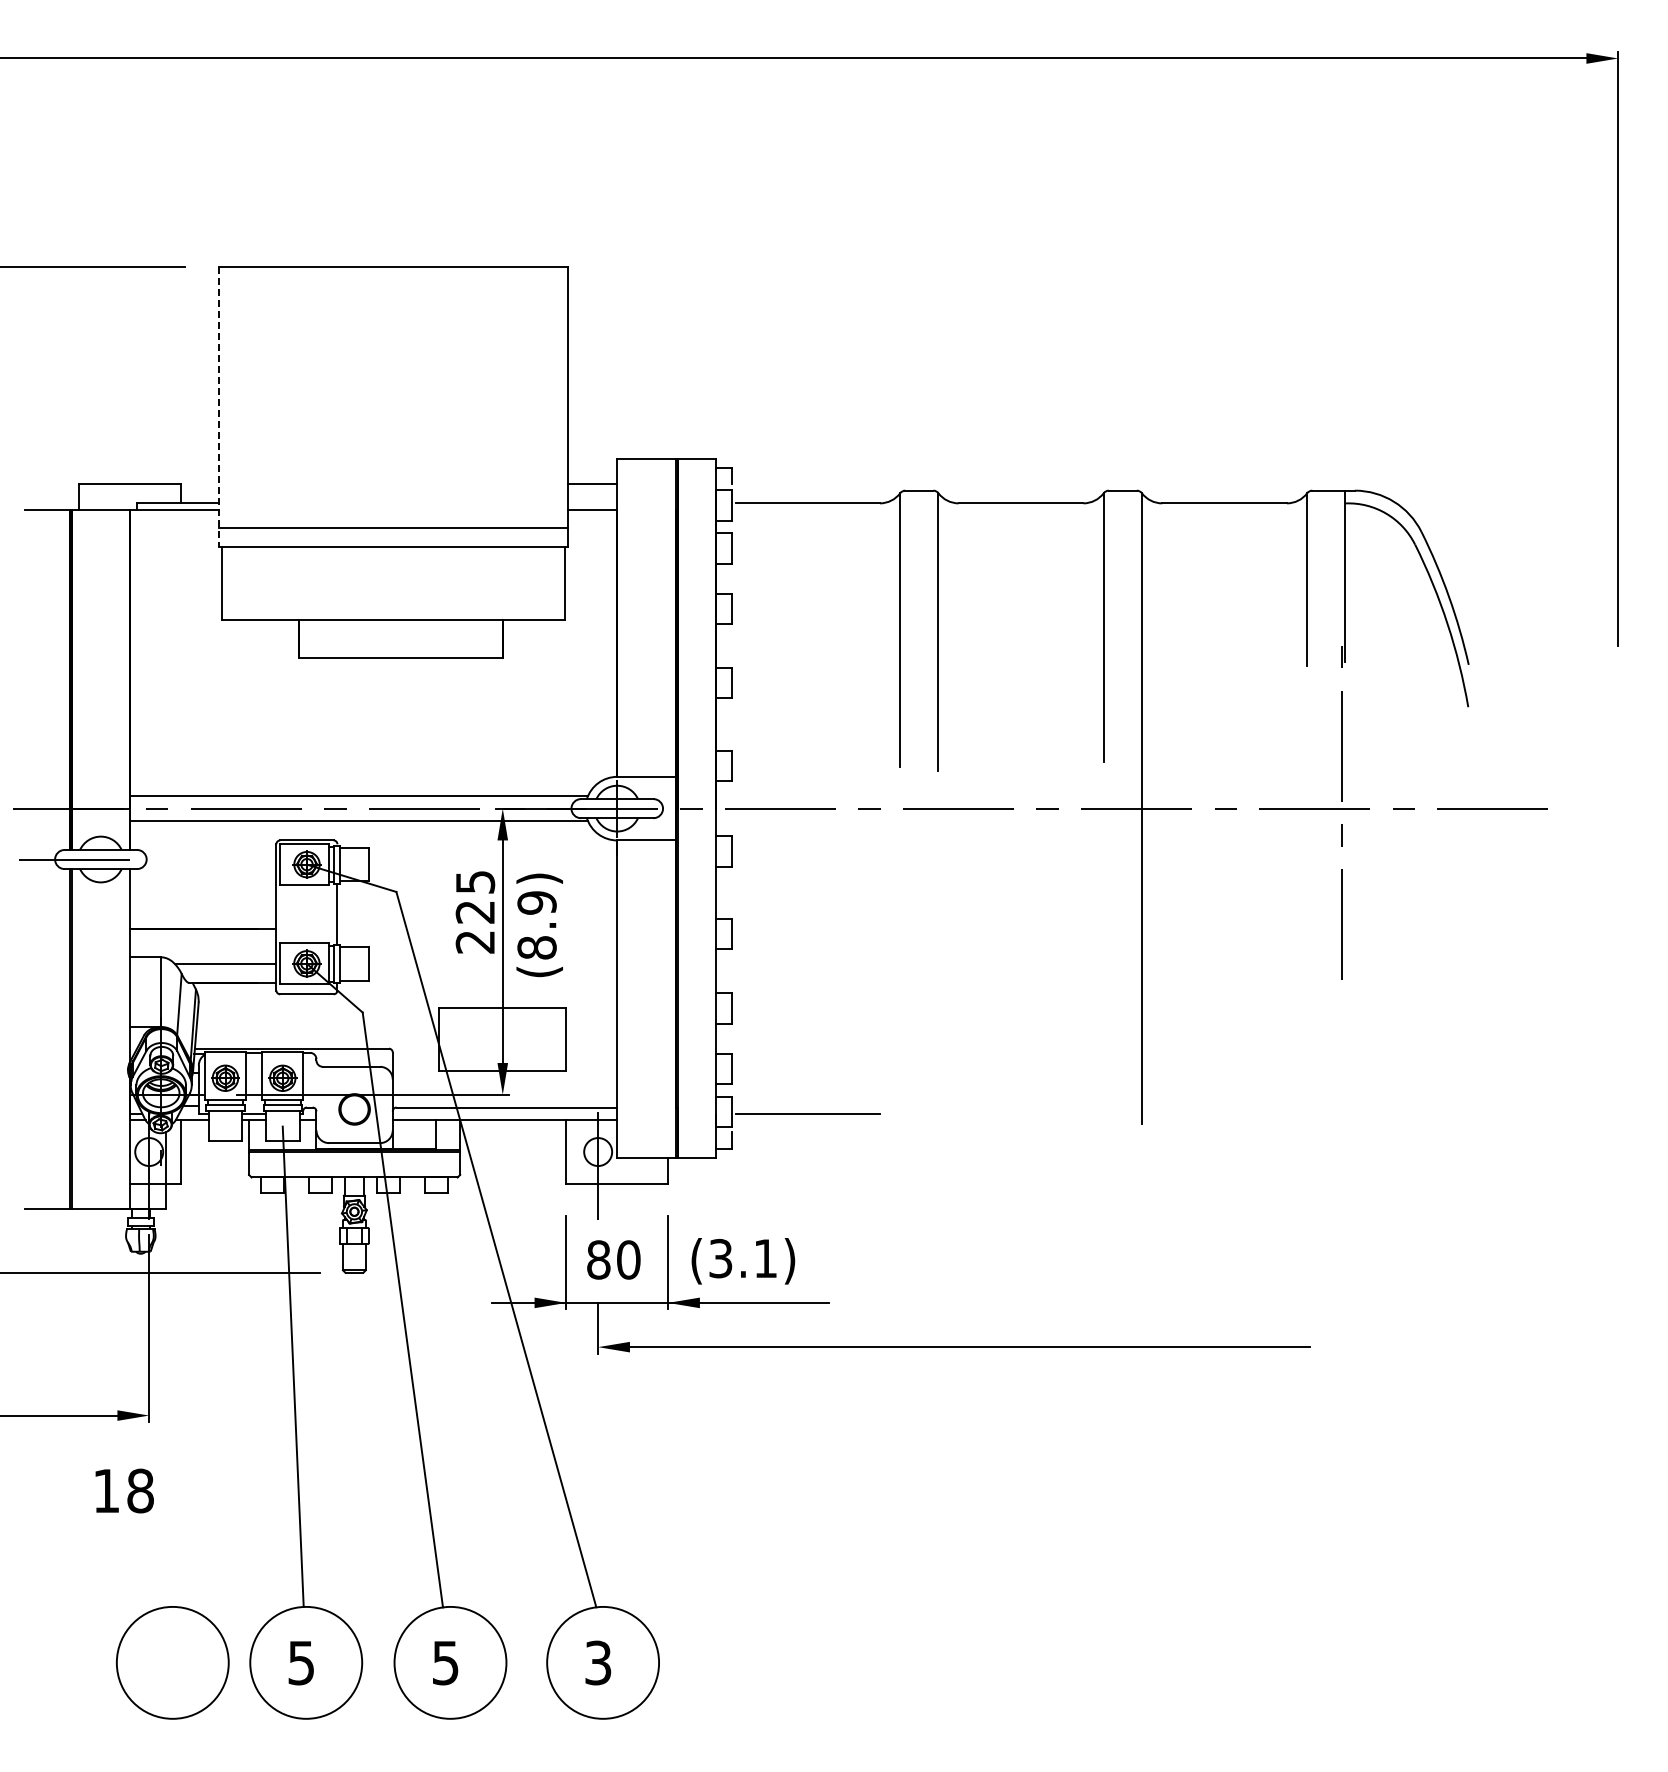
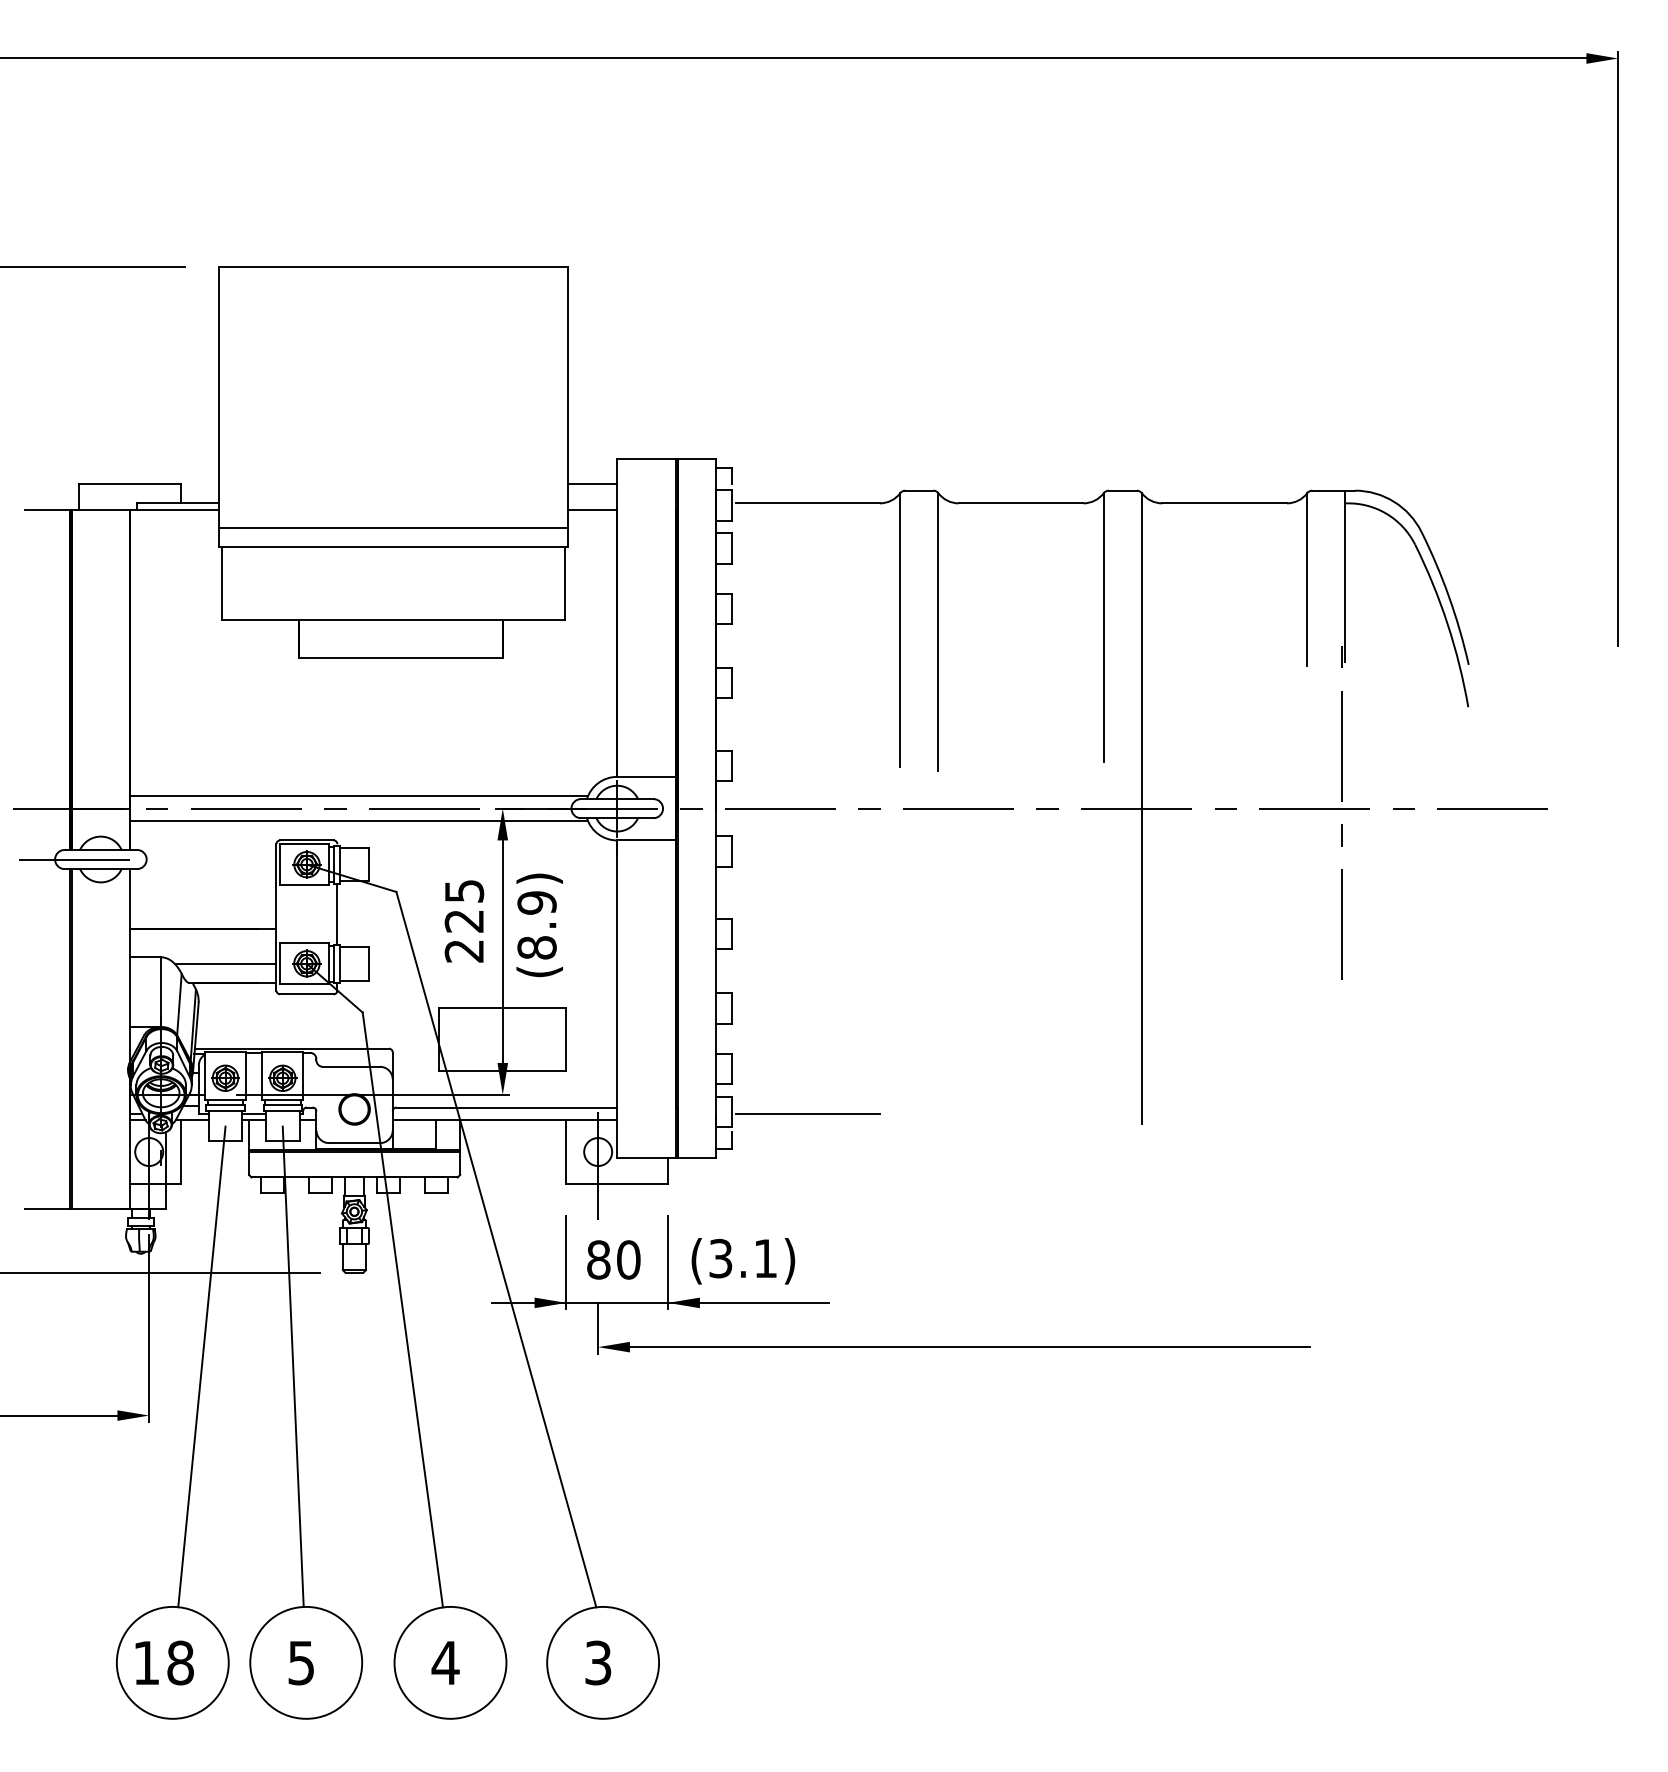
line at (219, 407): dashed -> solid
text at (475, 912) position: (475, 912) -> (464, 921)
line at (201, 1366): none -> present
text at (124, 1490) position: (124, 1490) -> (164, 1662)
text at (445, 1663): 5 -> 4
